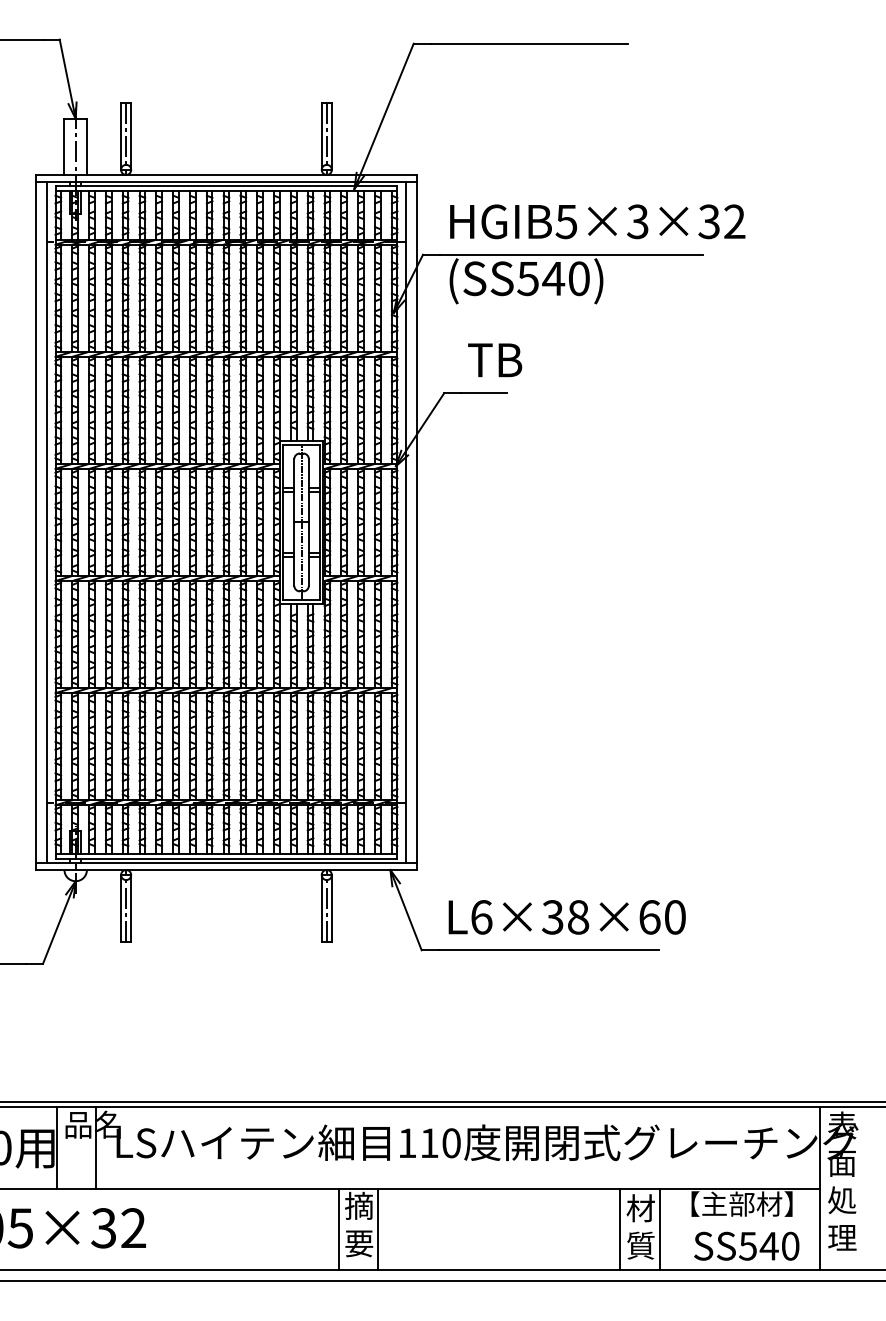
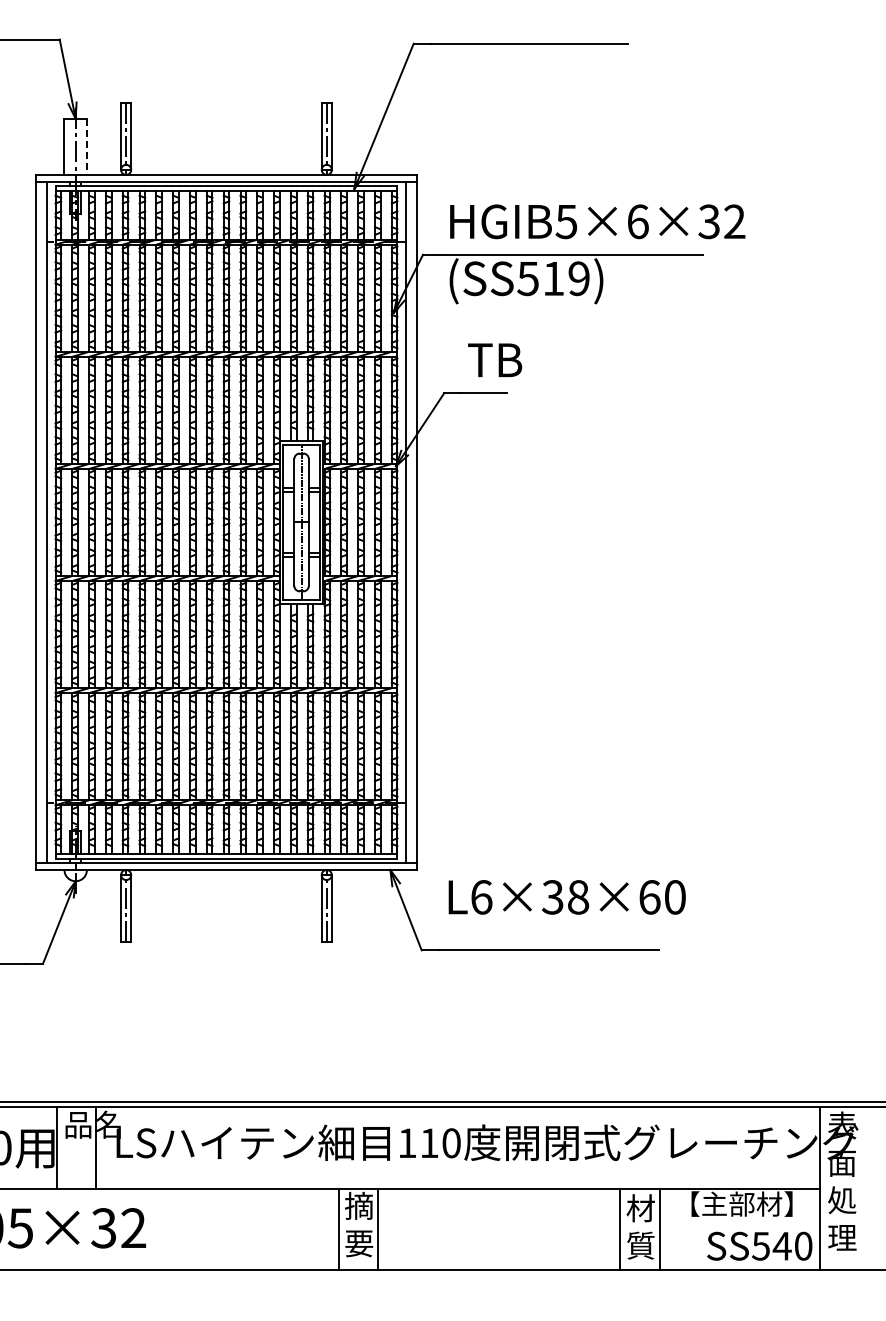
line at (86, 147): solid -> dashed
text at (637, 221): HGIB5×3×32 -> HGIB5×6×32
text at (565, 278): (SS540) -> (SS519)
text at (566, 917) position: (566, 917) -> (566, 897)
text at (746, 1245) position: (746, 1245) -> (759, 1245)
line at (442, 1281): present -> none
